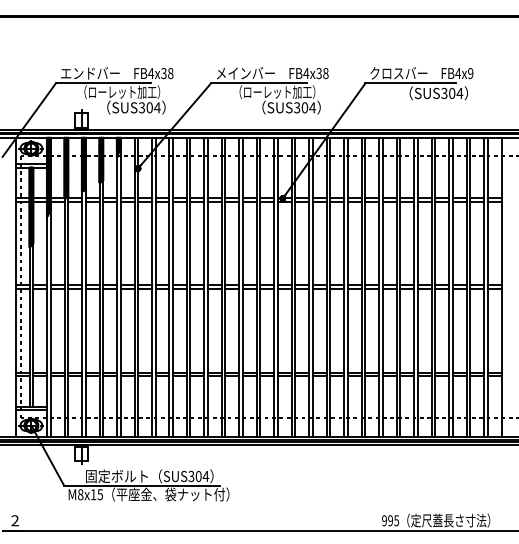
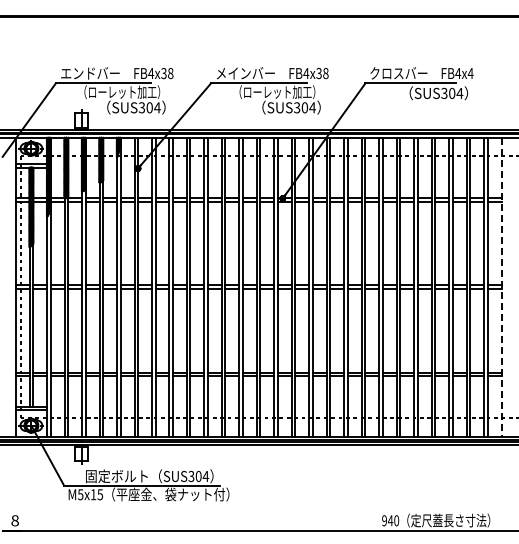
text at (470, 73): FB4x9 -> FB4x4
line at (501, 287): solid -> dashed
text at (80, 494): M8x15 -> M5x15
text at (14, 520): 2 -> 8
text at (393, 520): 995 -> 940
